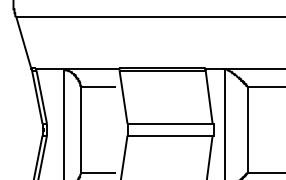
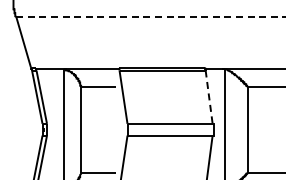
line at (151, 16): solid -> dashed
line at (209, 97): solid -> dashed
